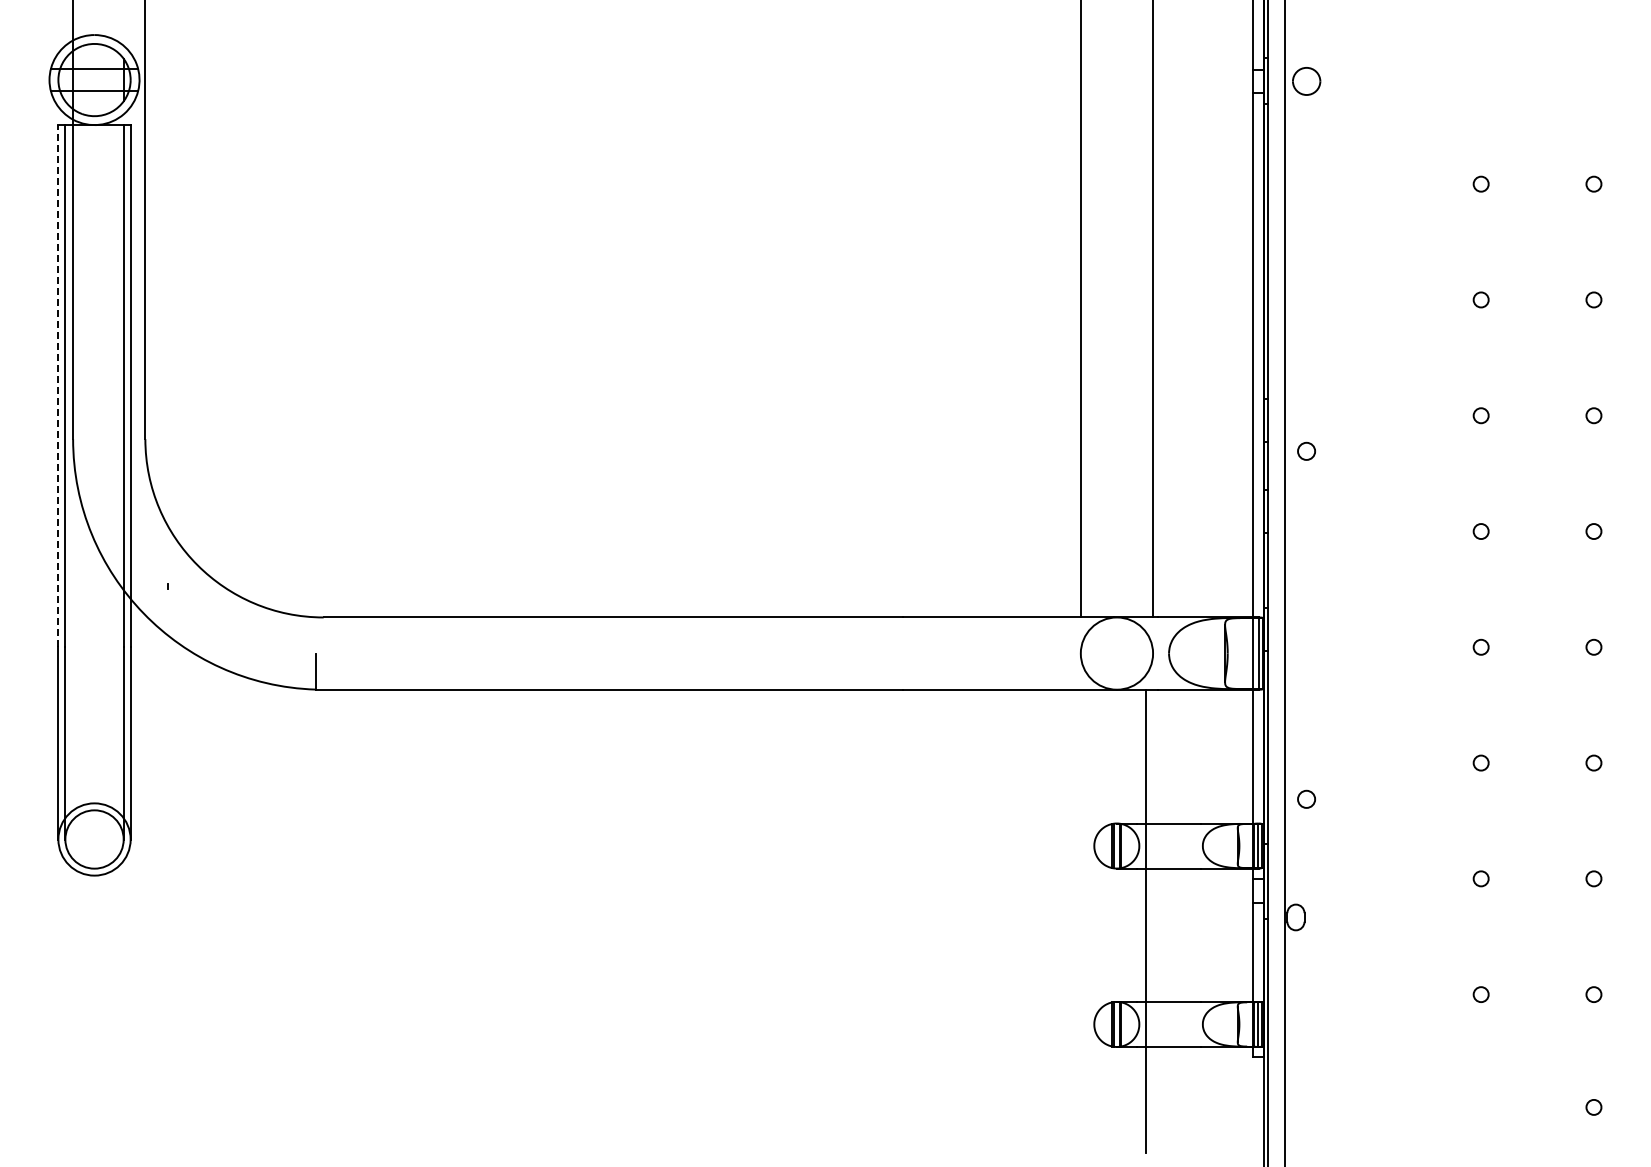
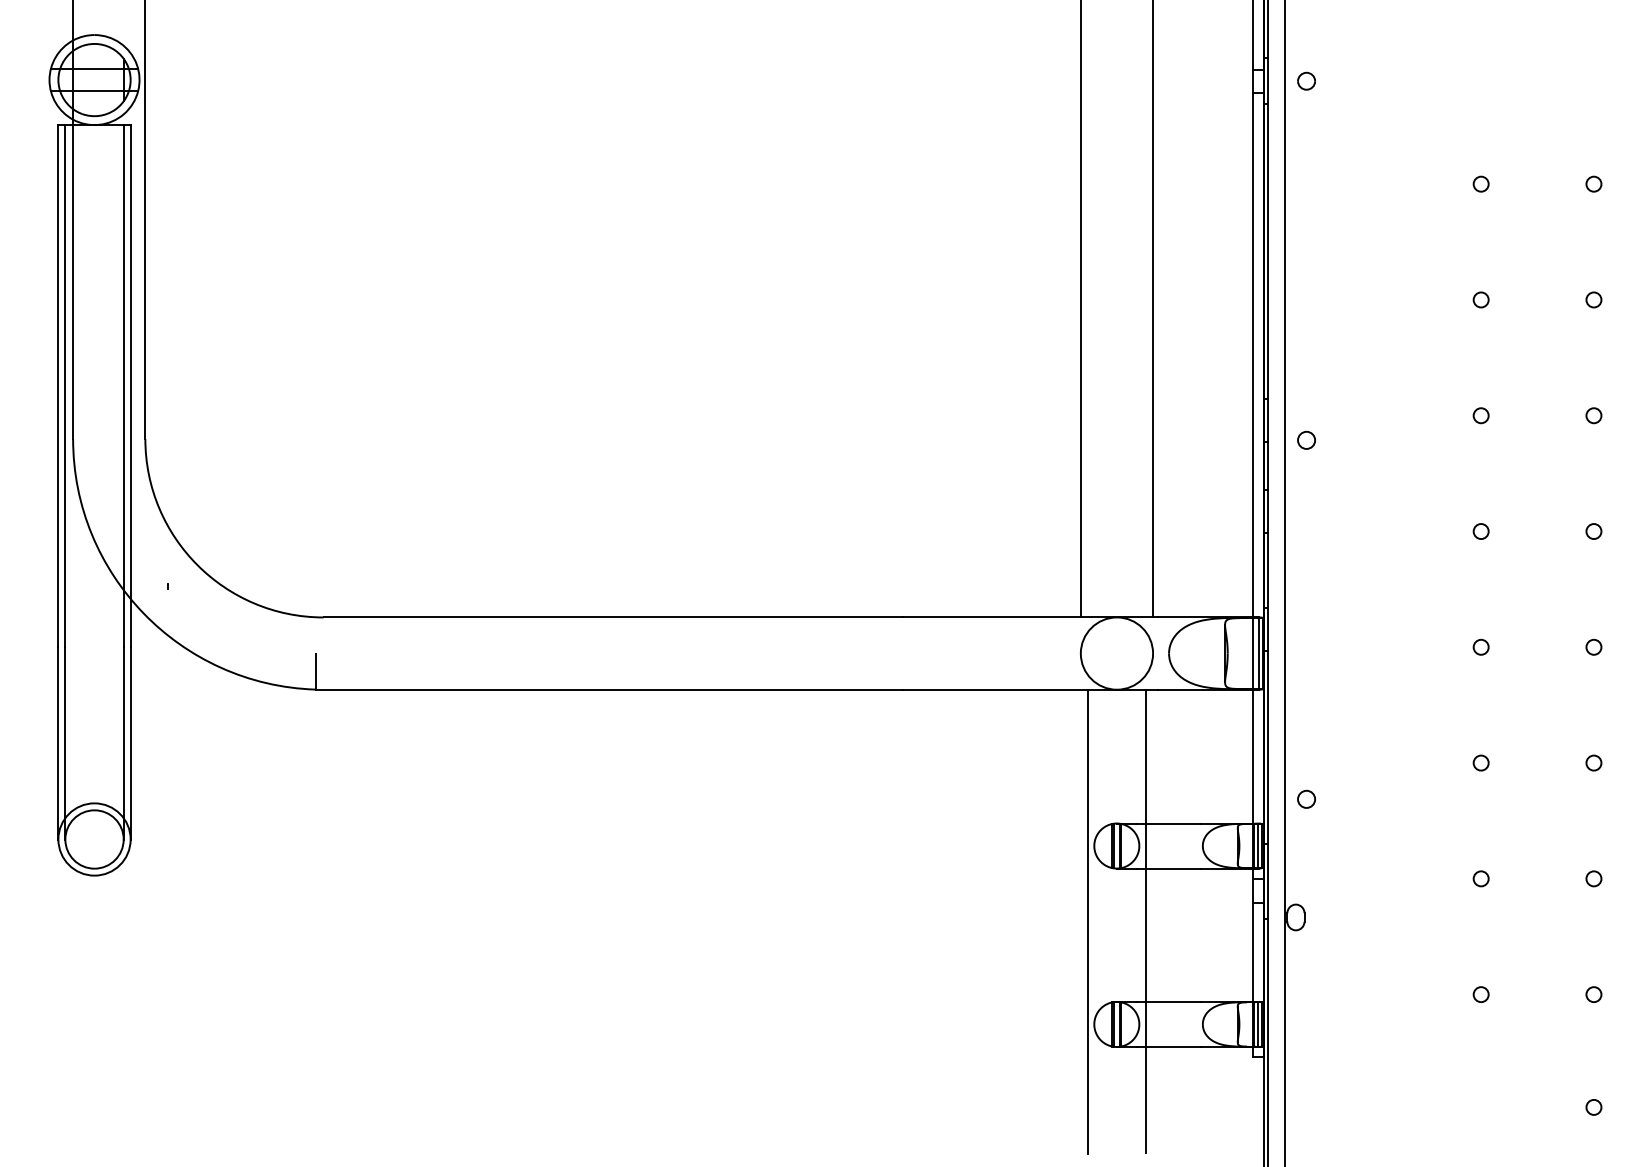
part at (1306, 81) size: 30x29 px -> 19x20 px
line at (58, 385): dashed -> solid
circle at (1306, 450) position: (1306, 450) -> (1306, 439)
line at (1088, 921): none -> present
